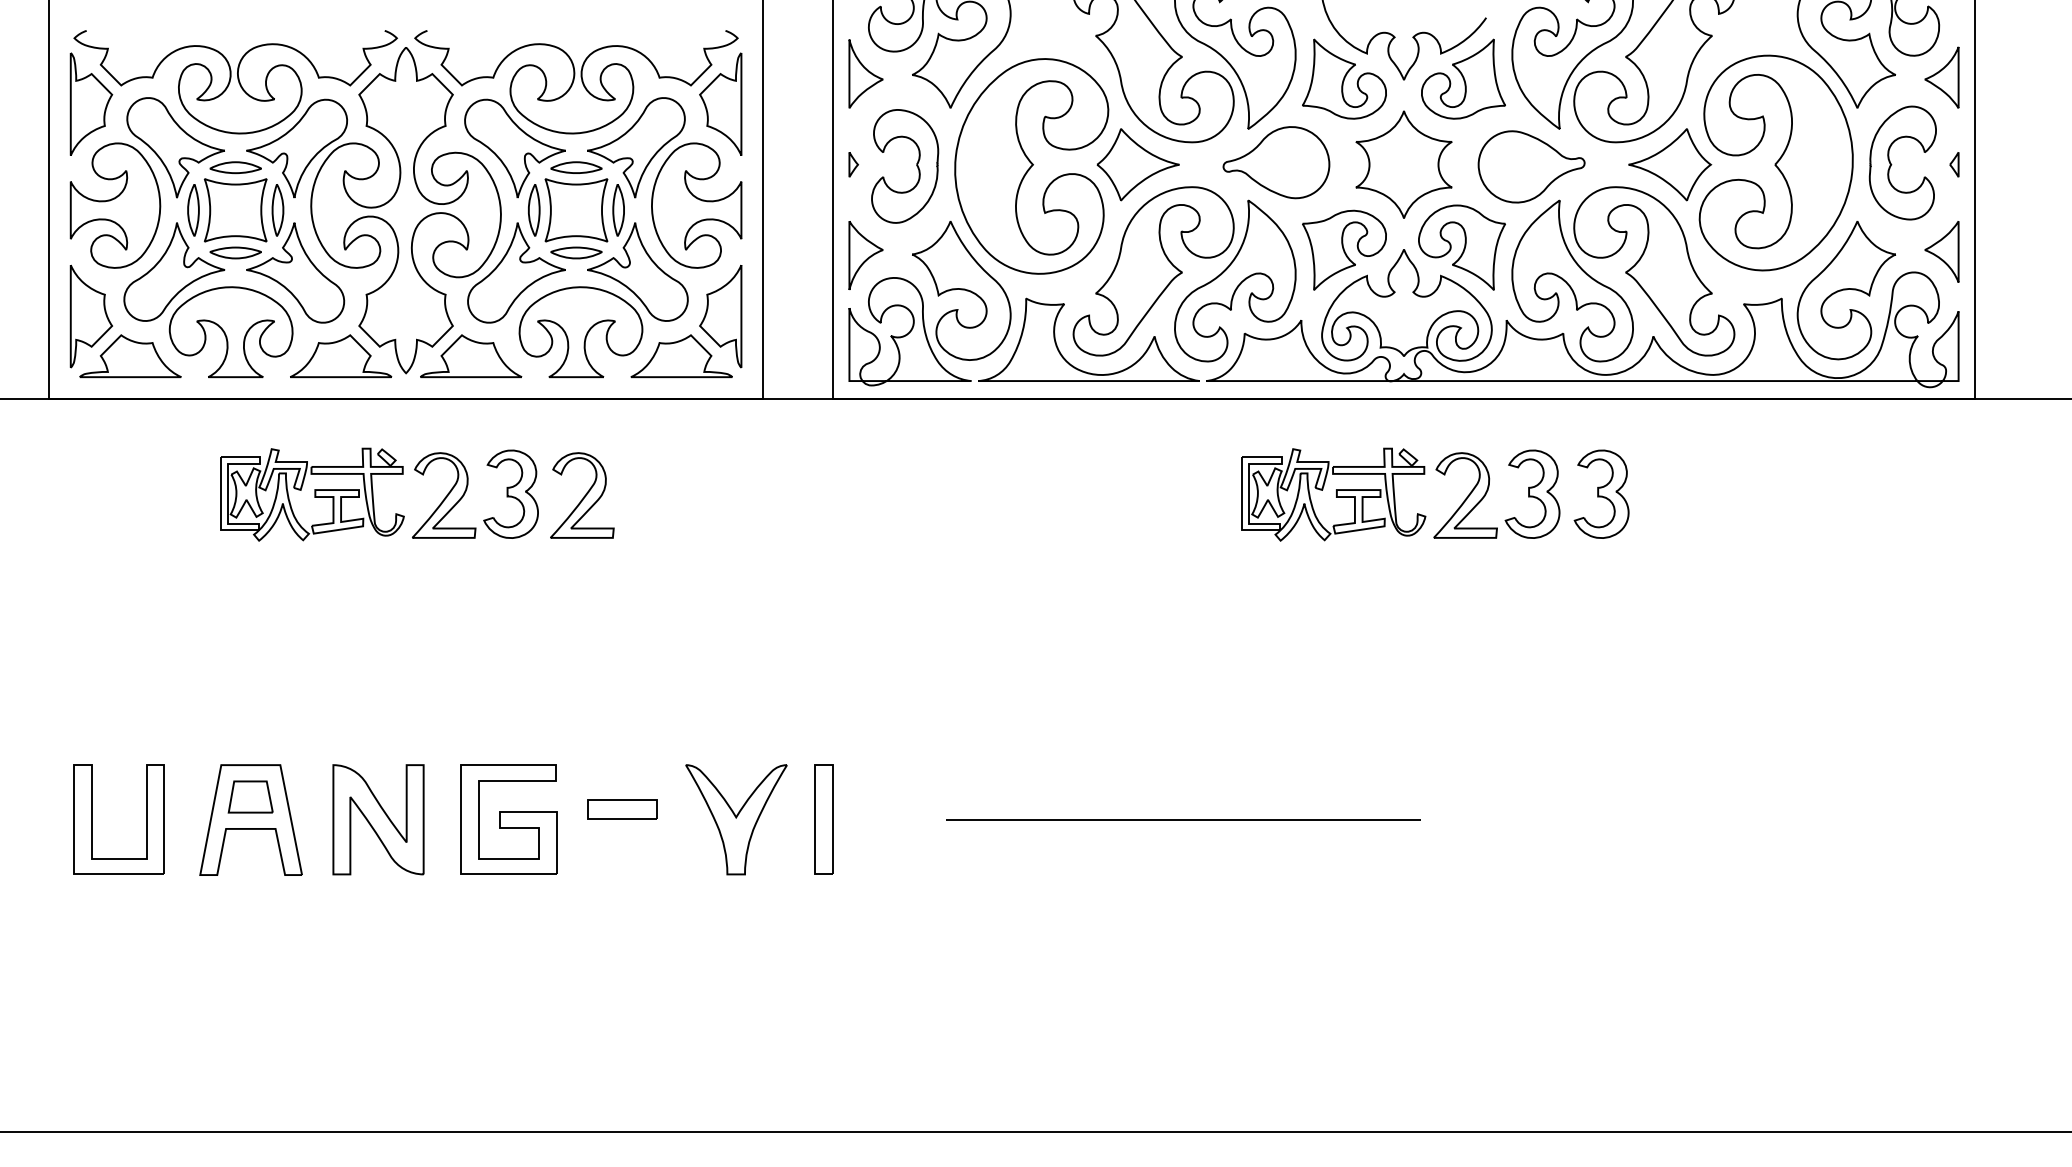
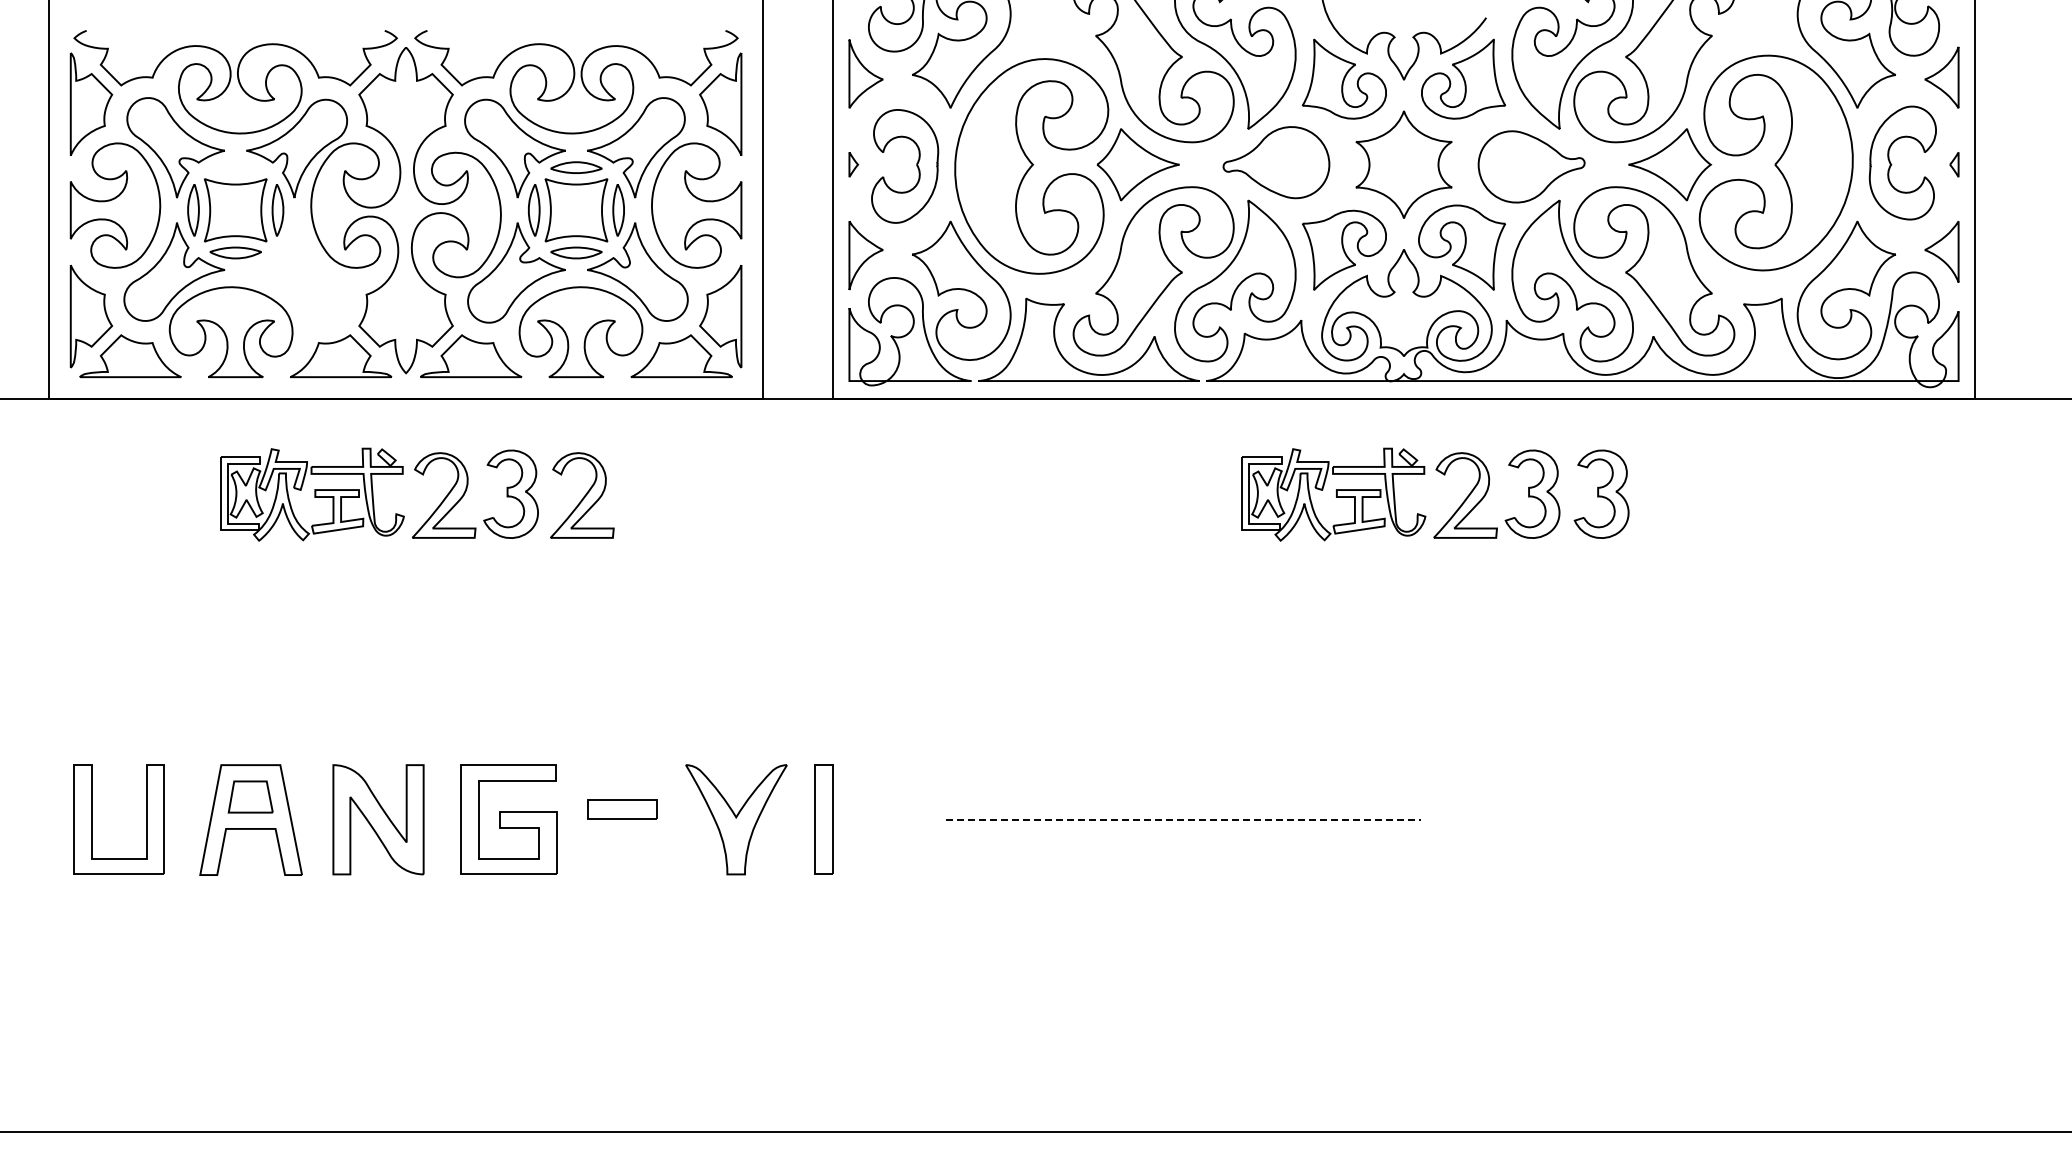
part at (235, 167): present -> none
part at (295, 272): present -> none
line at (1183, 820): solid -> dashed
